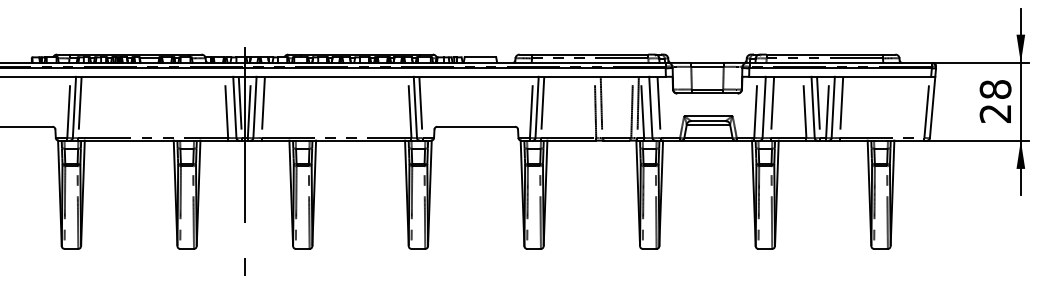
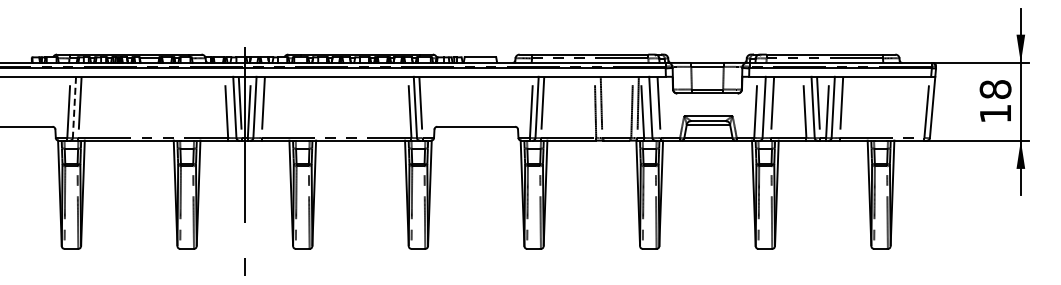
line at (74, 107): solid -> dashed
text at (994, 113): 28 -> 18
